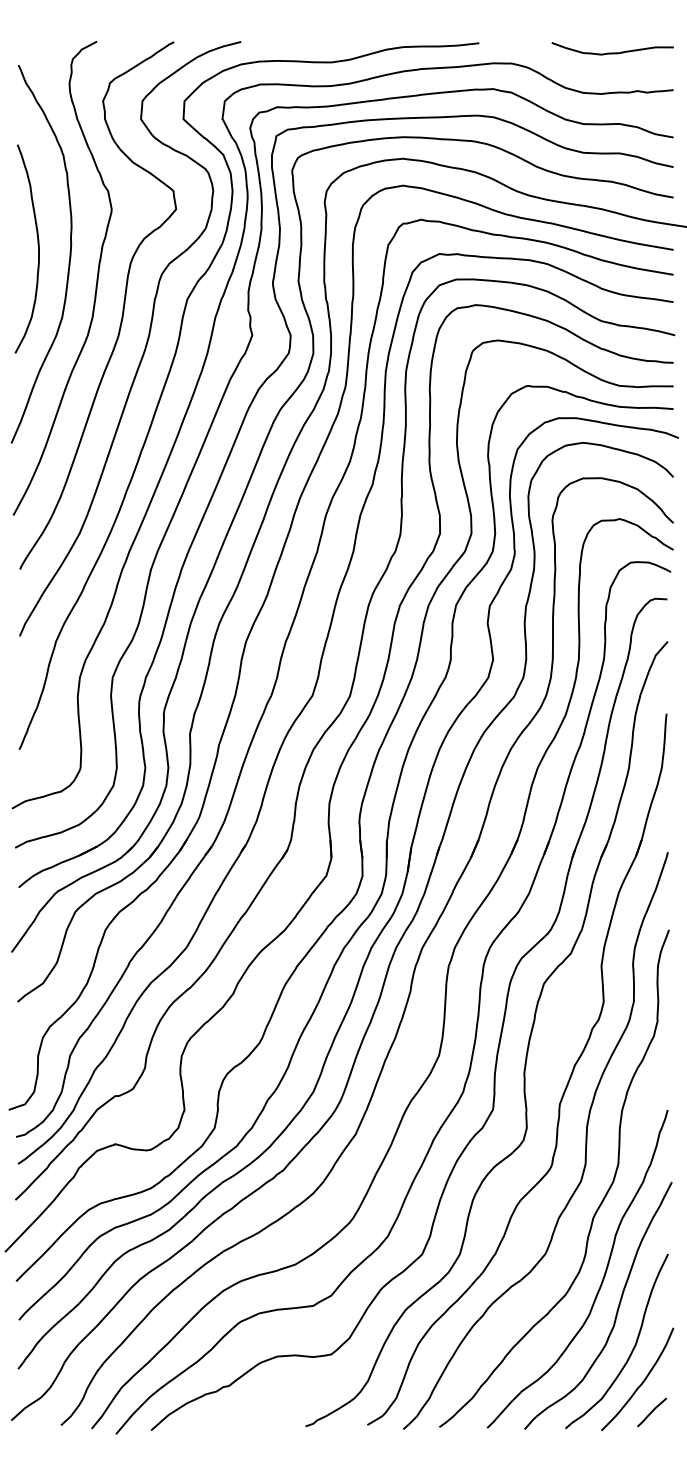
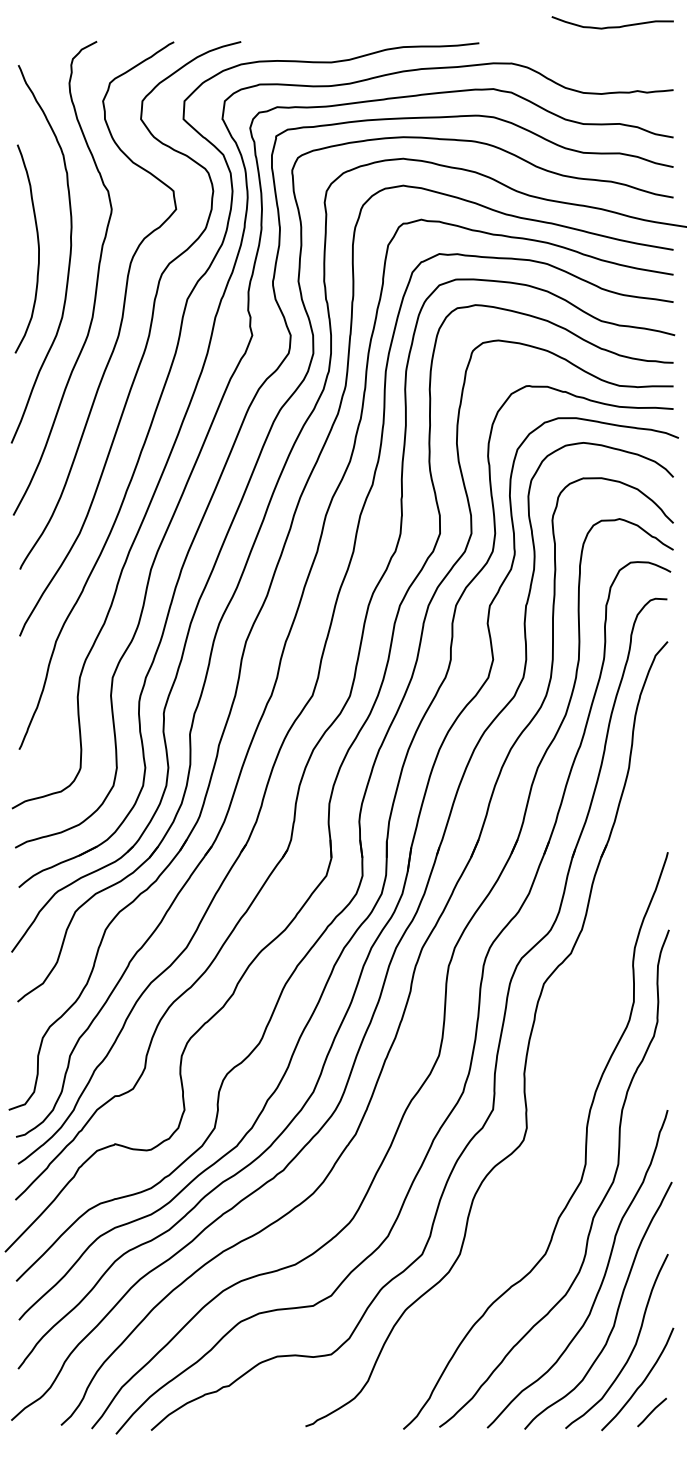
curve at (612, 52) position: (612, 52) -> (612, 26)
part at (565, 1086): present -> none
